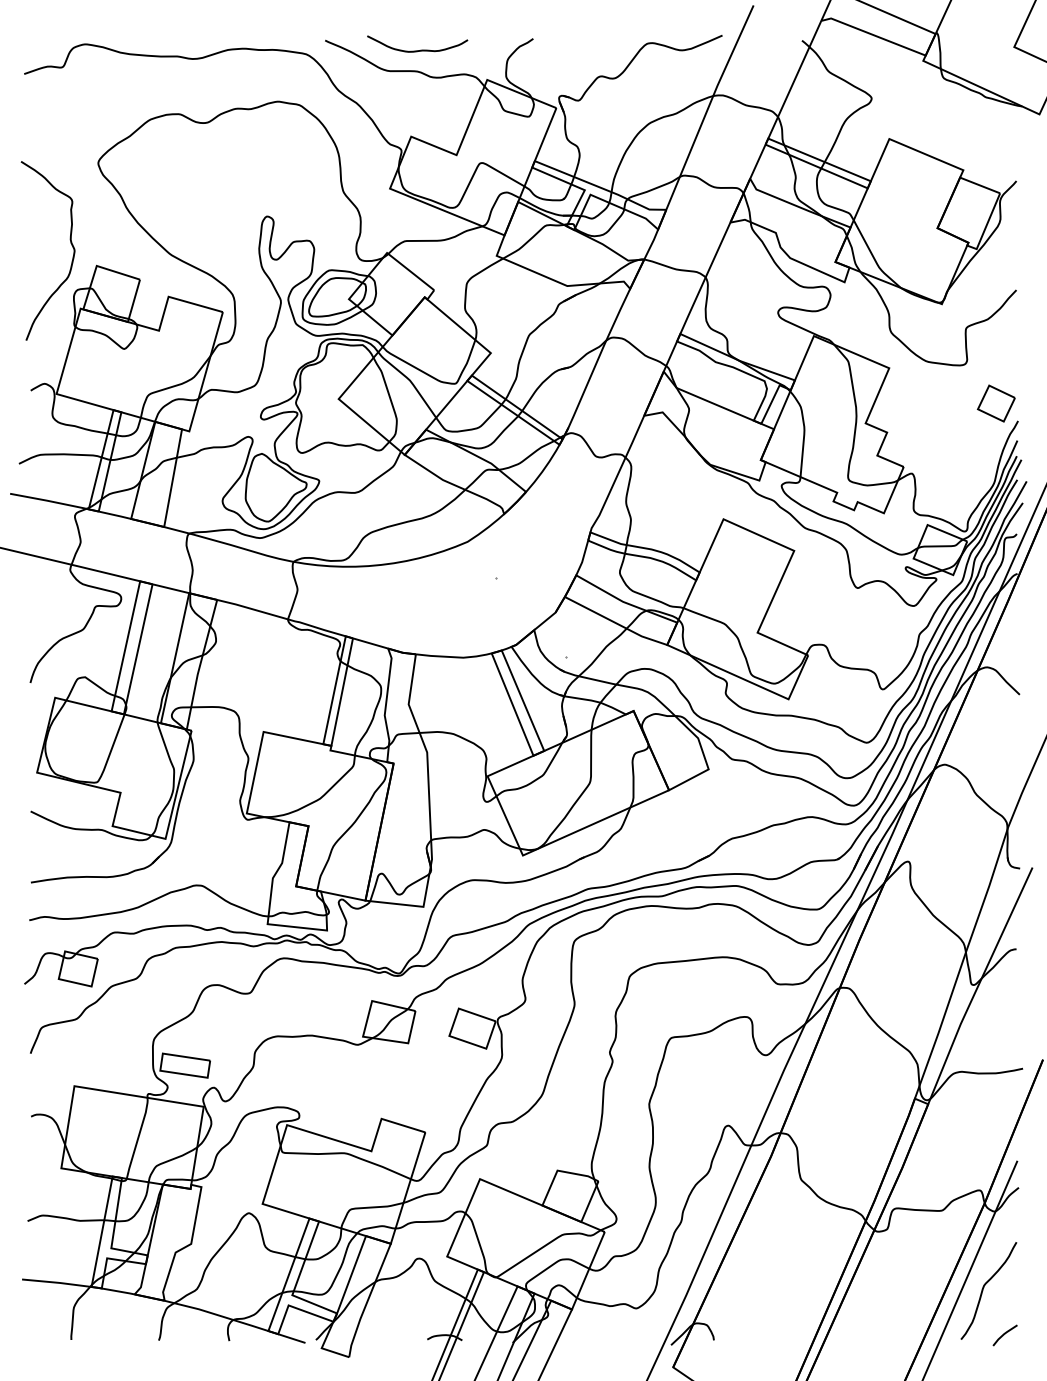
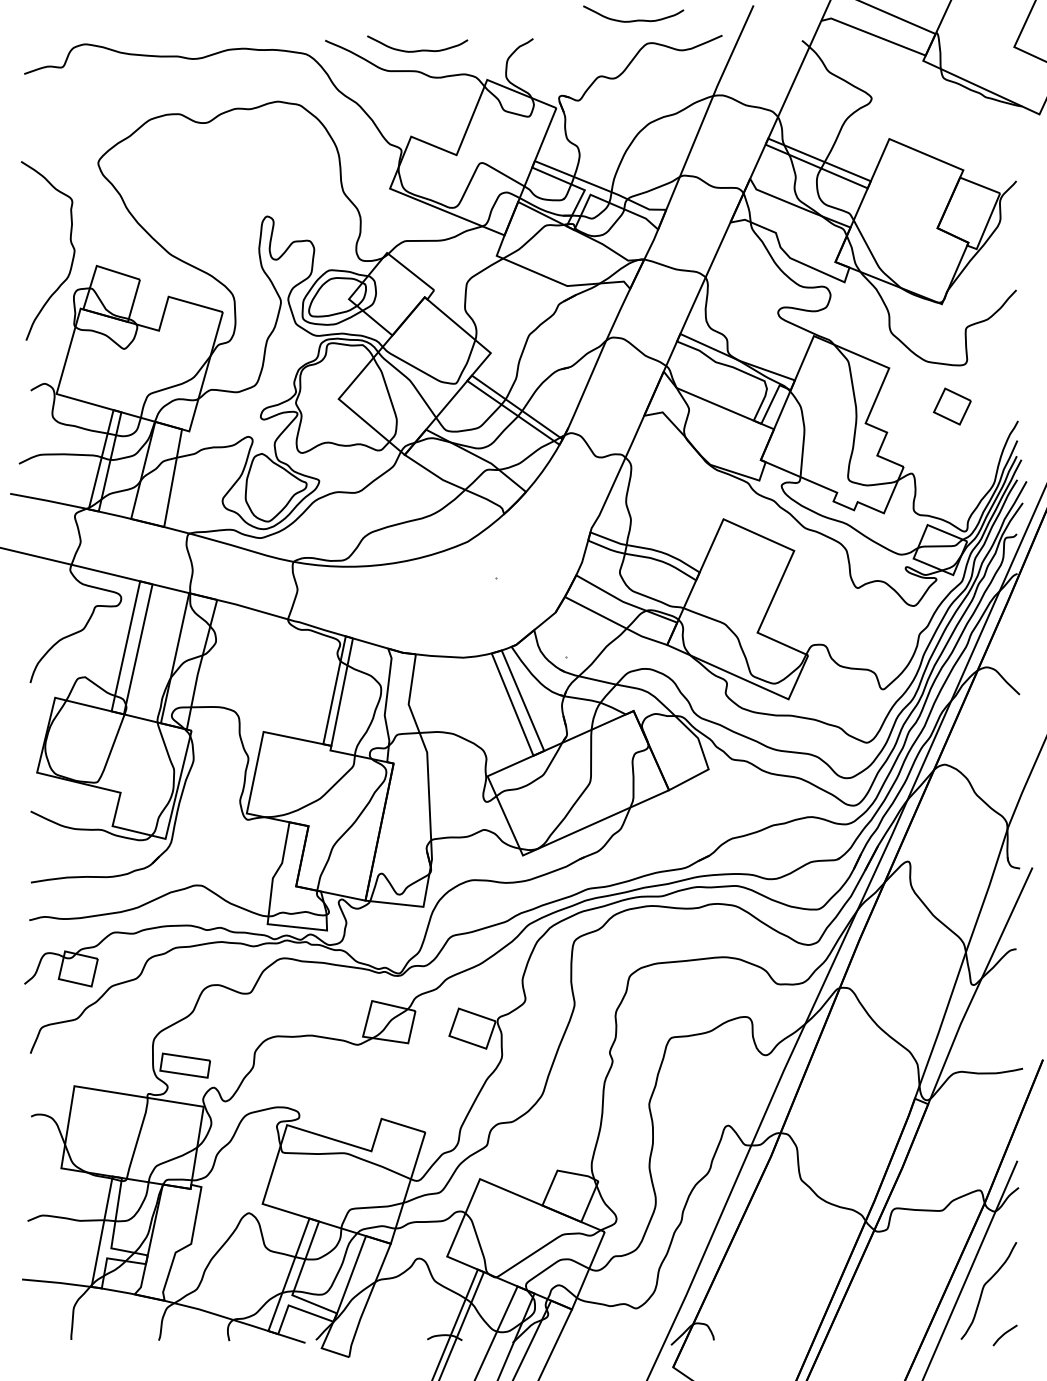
curve at (636, 19): none -> present
part at (996, 403) position: (996, 403) -> (952, 406)
